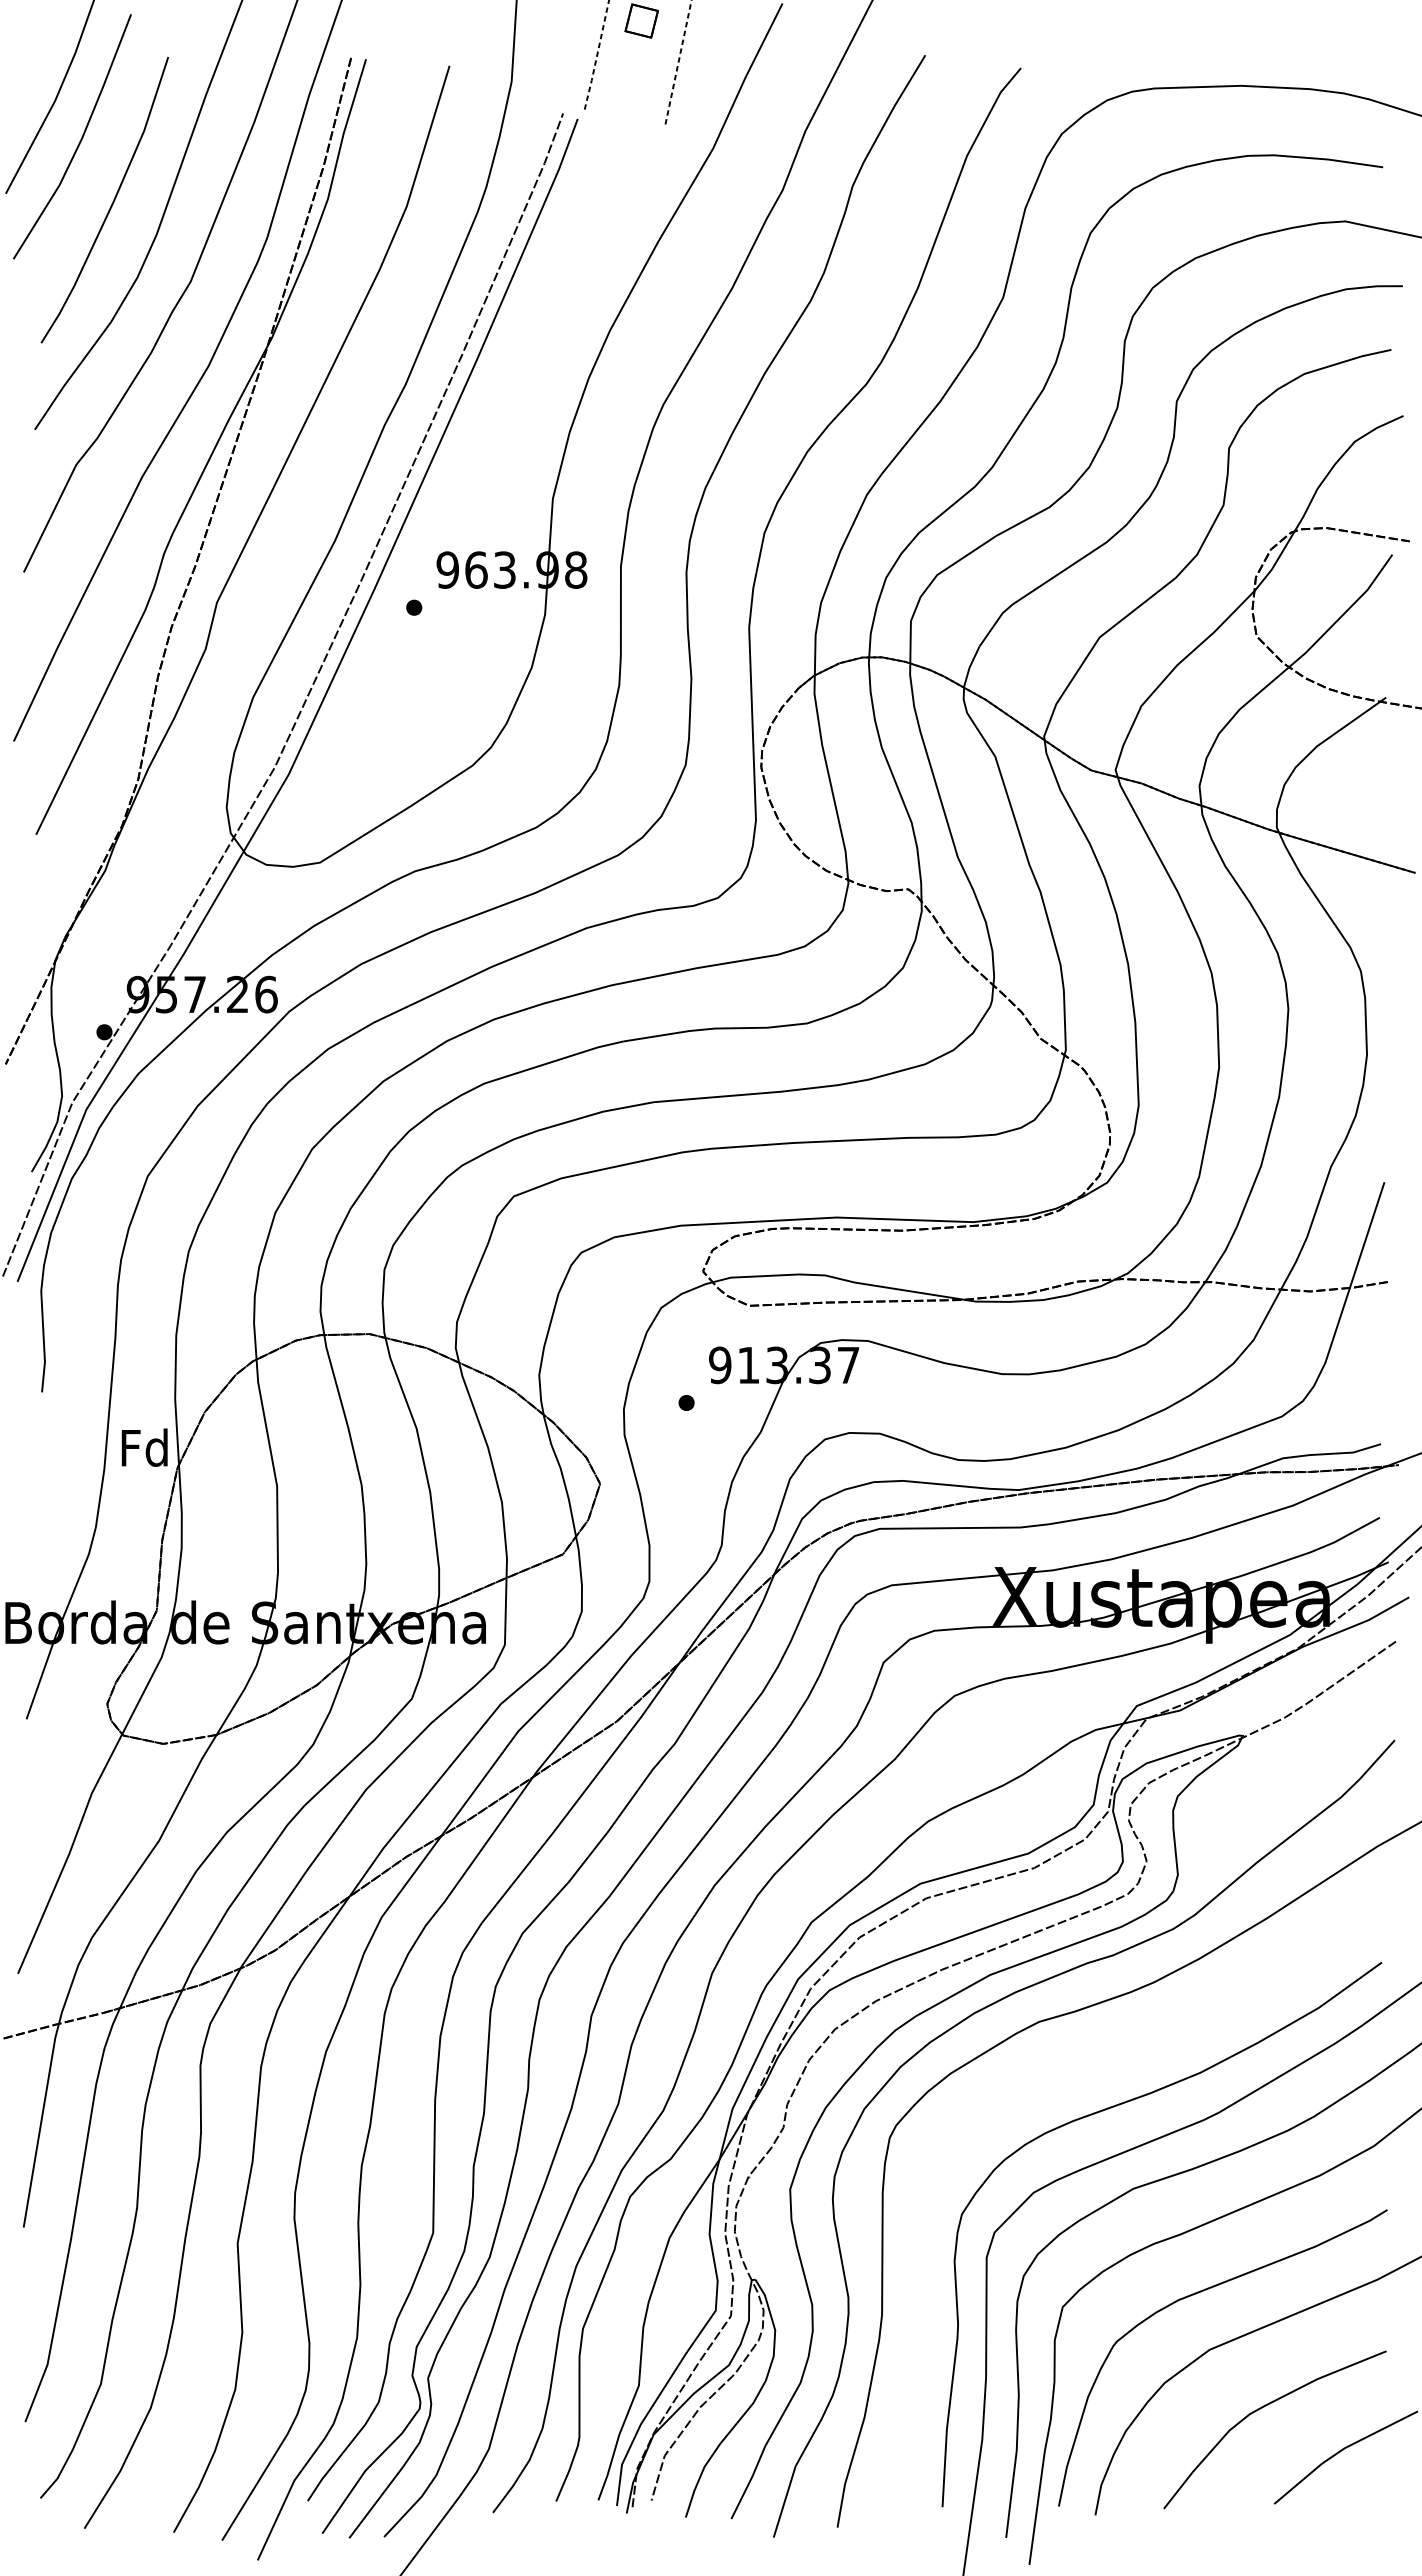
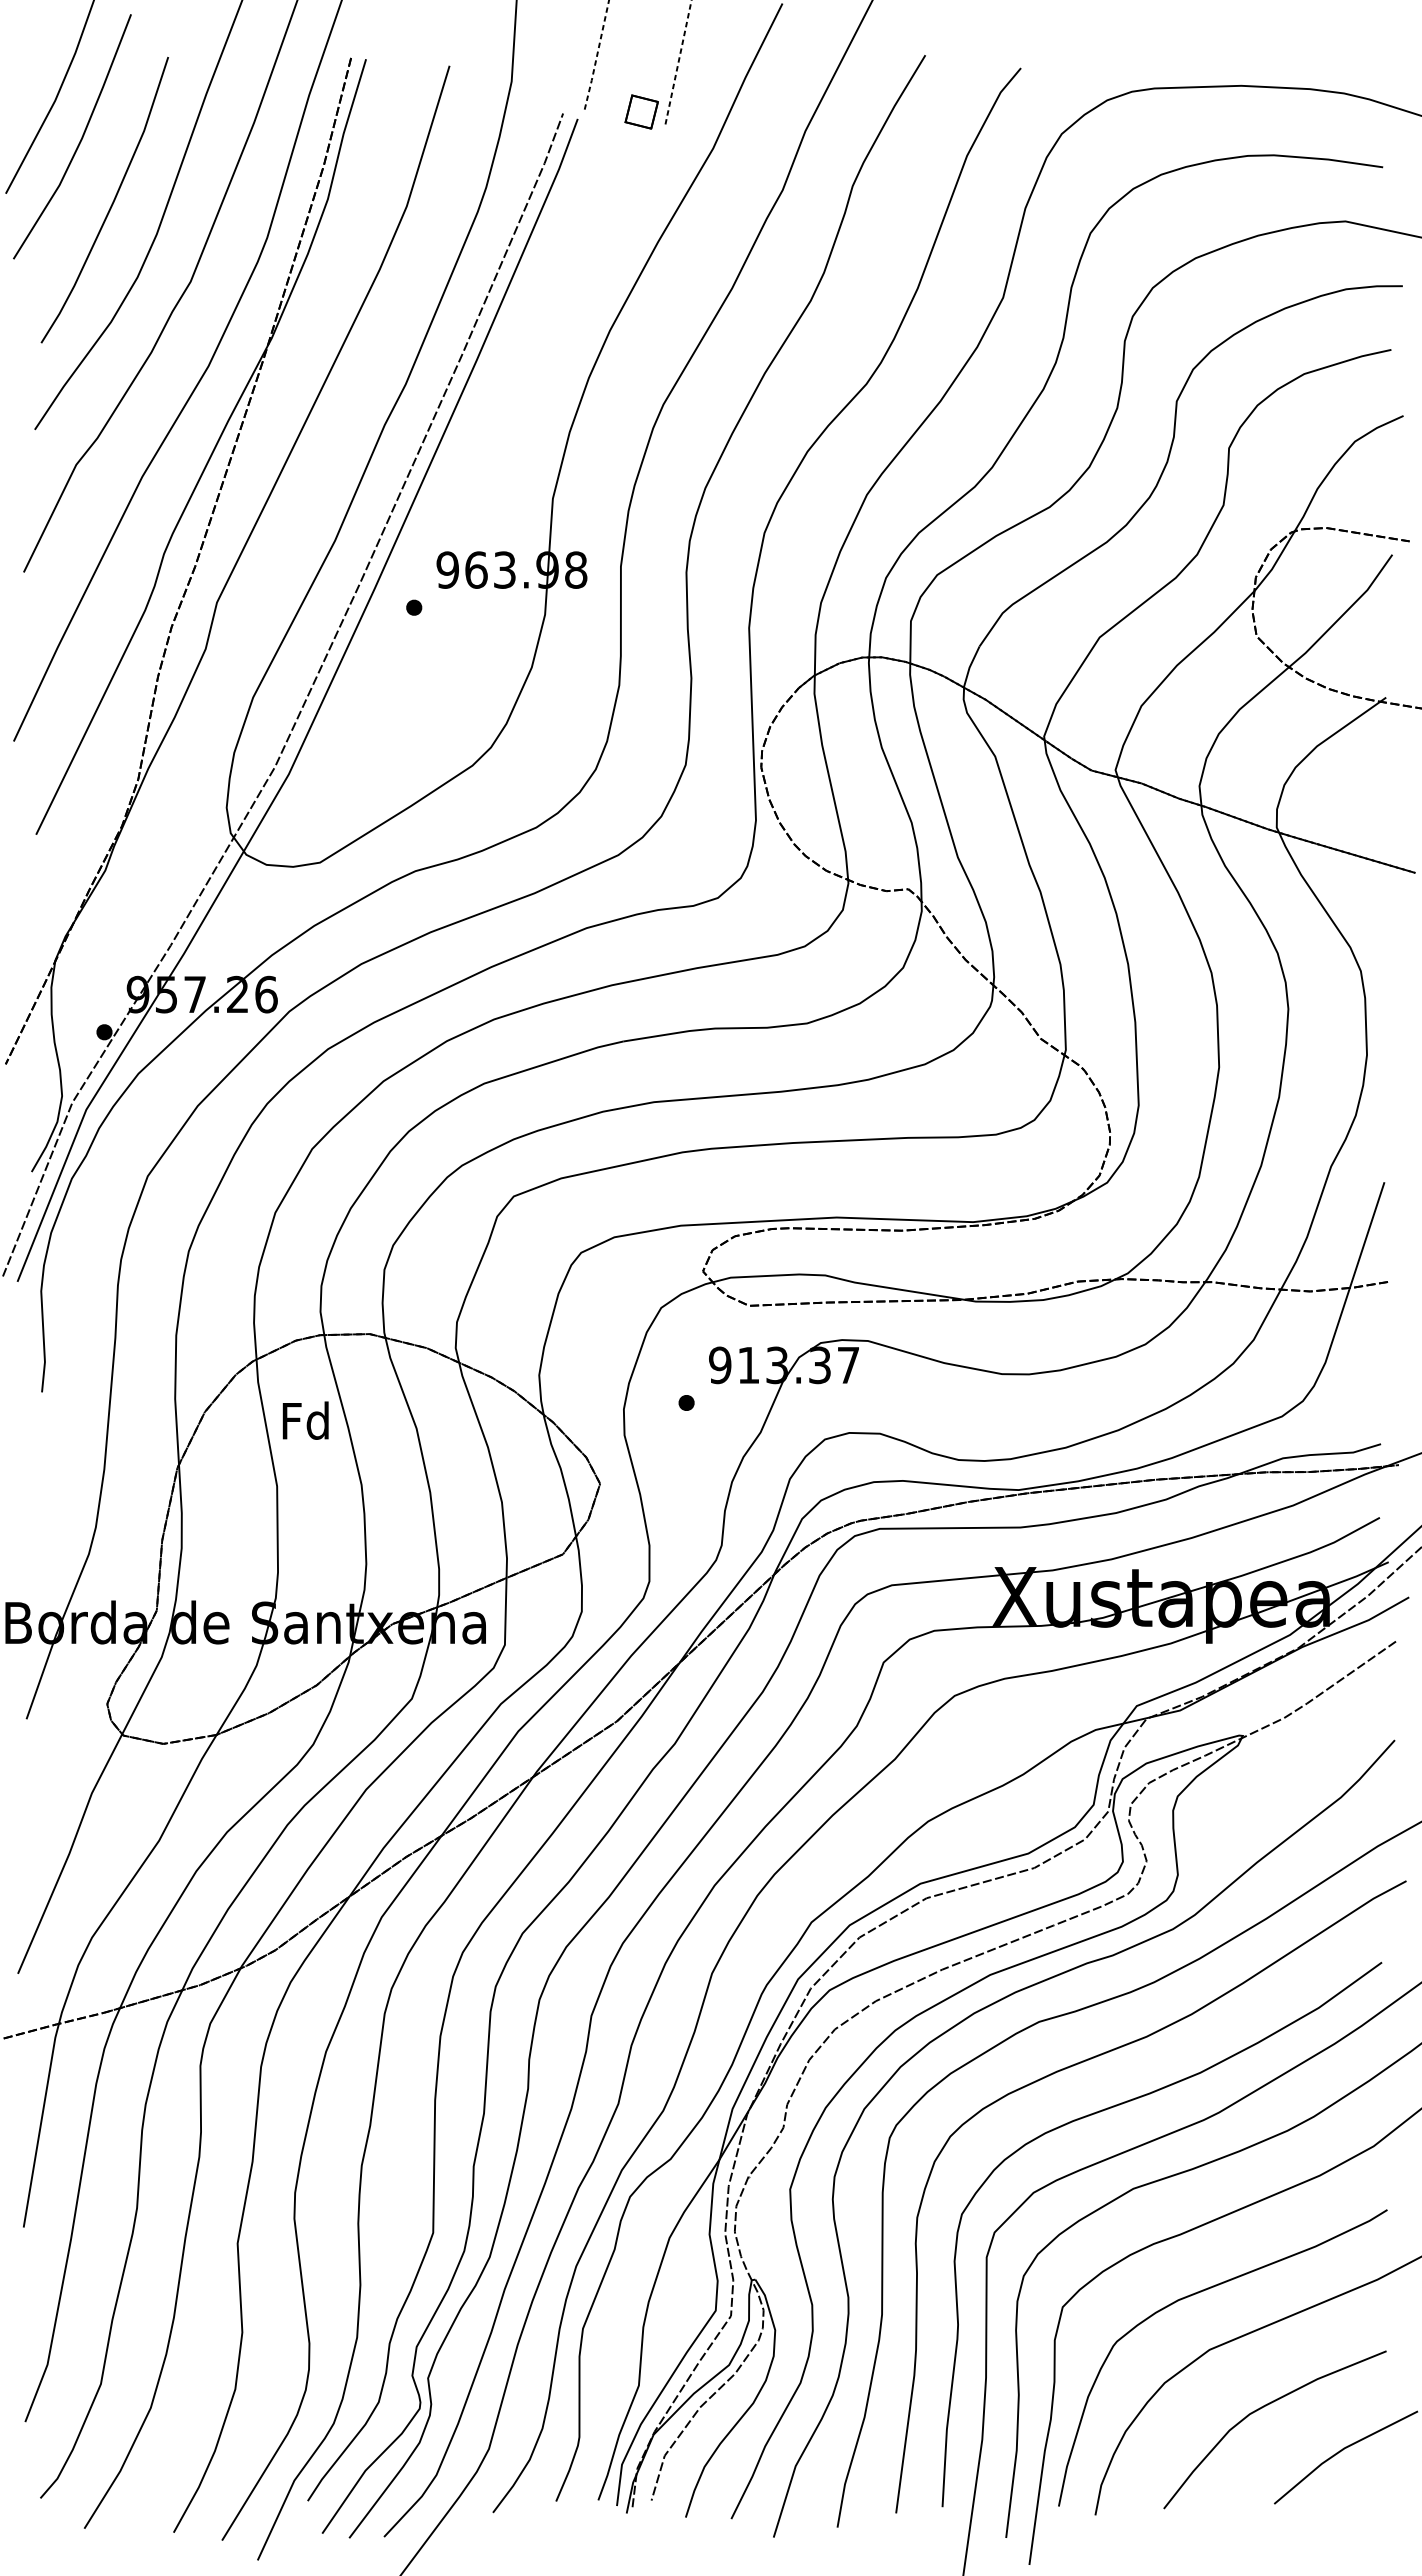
part at (641, 20) position: (641, 20) -> (641, 111)
text at (144, 1447) position: (144, 1447) -> (305, 1420)
curve at (1094, 2058): none -> present
